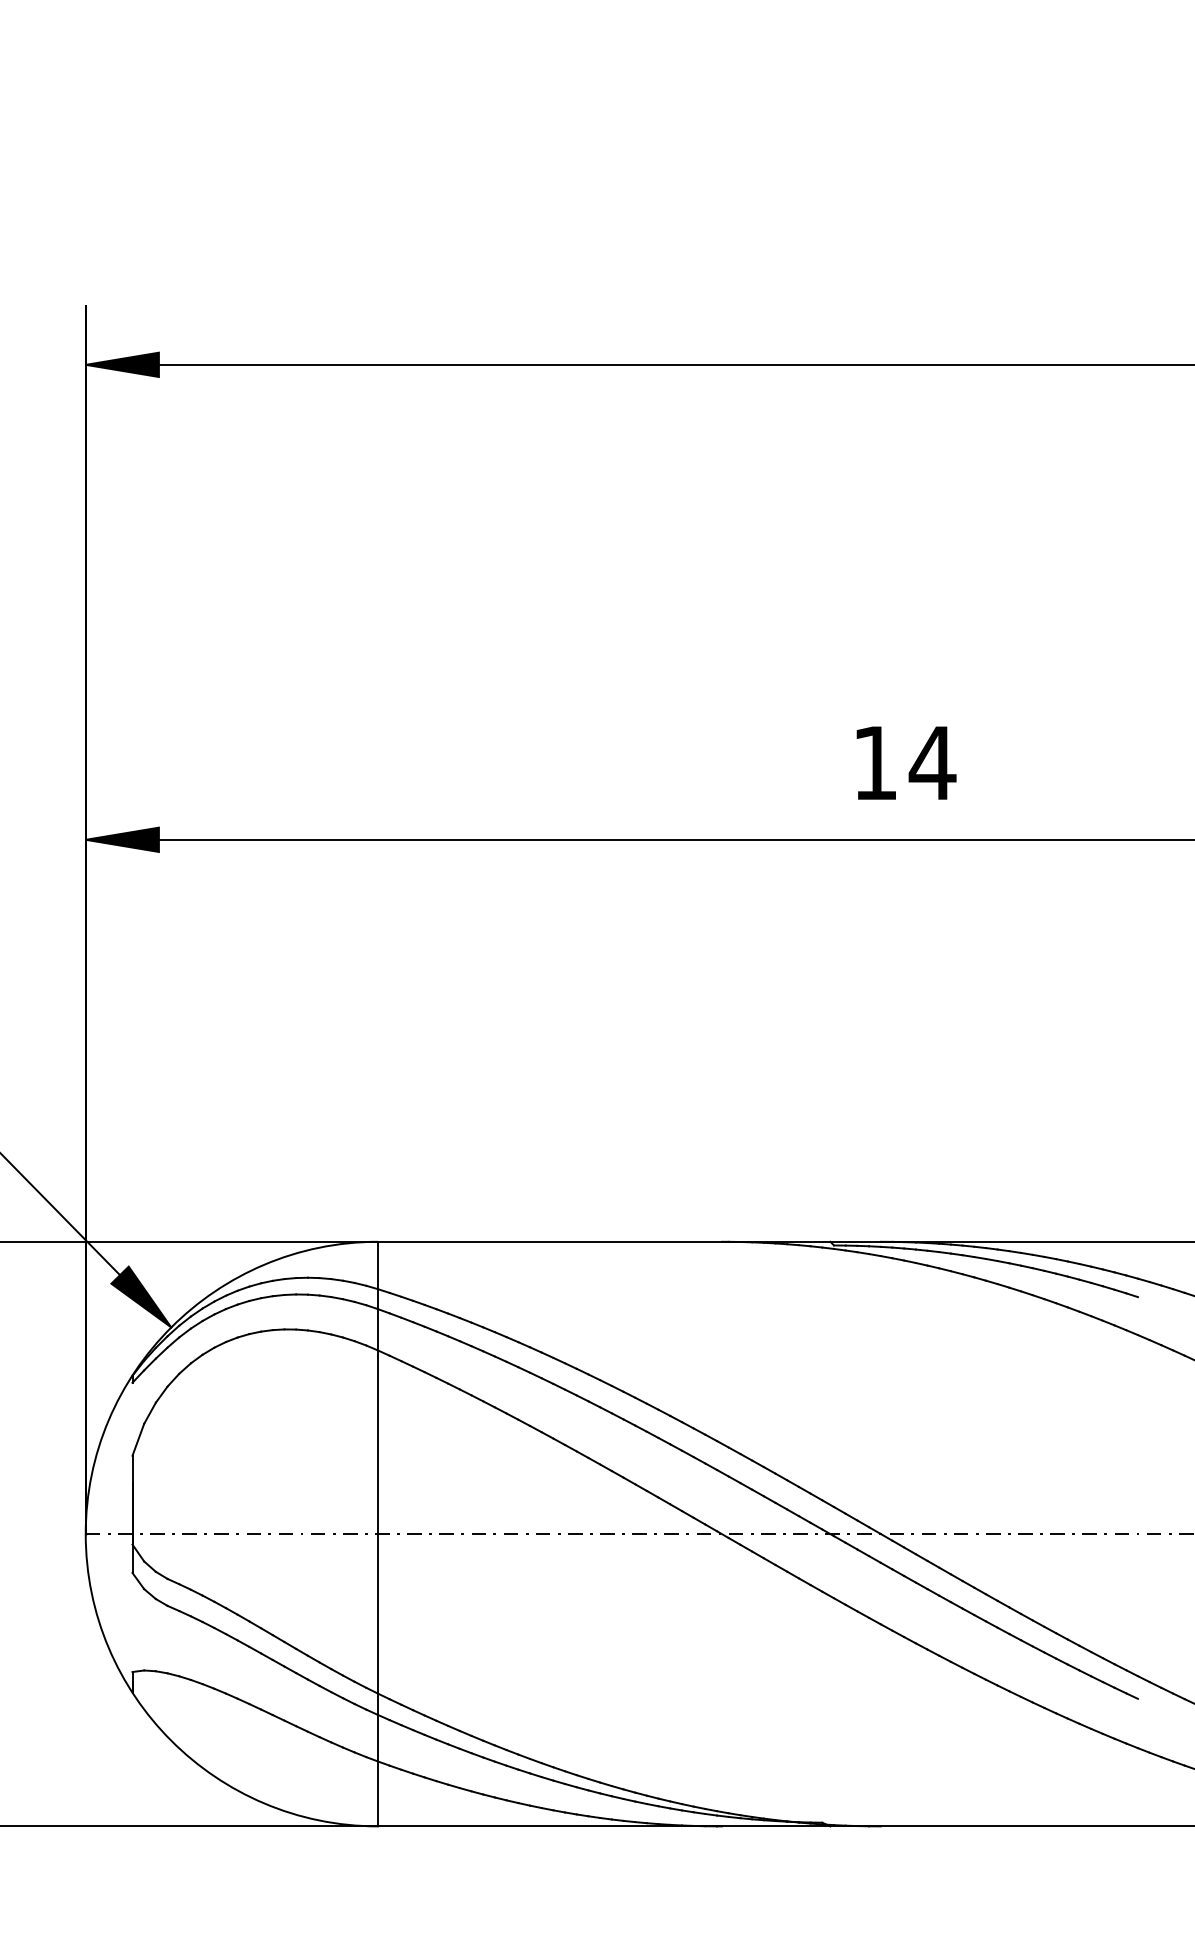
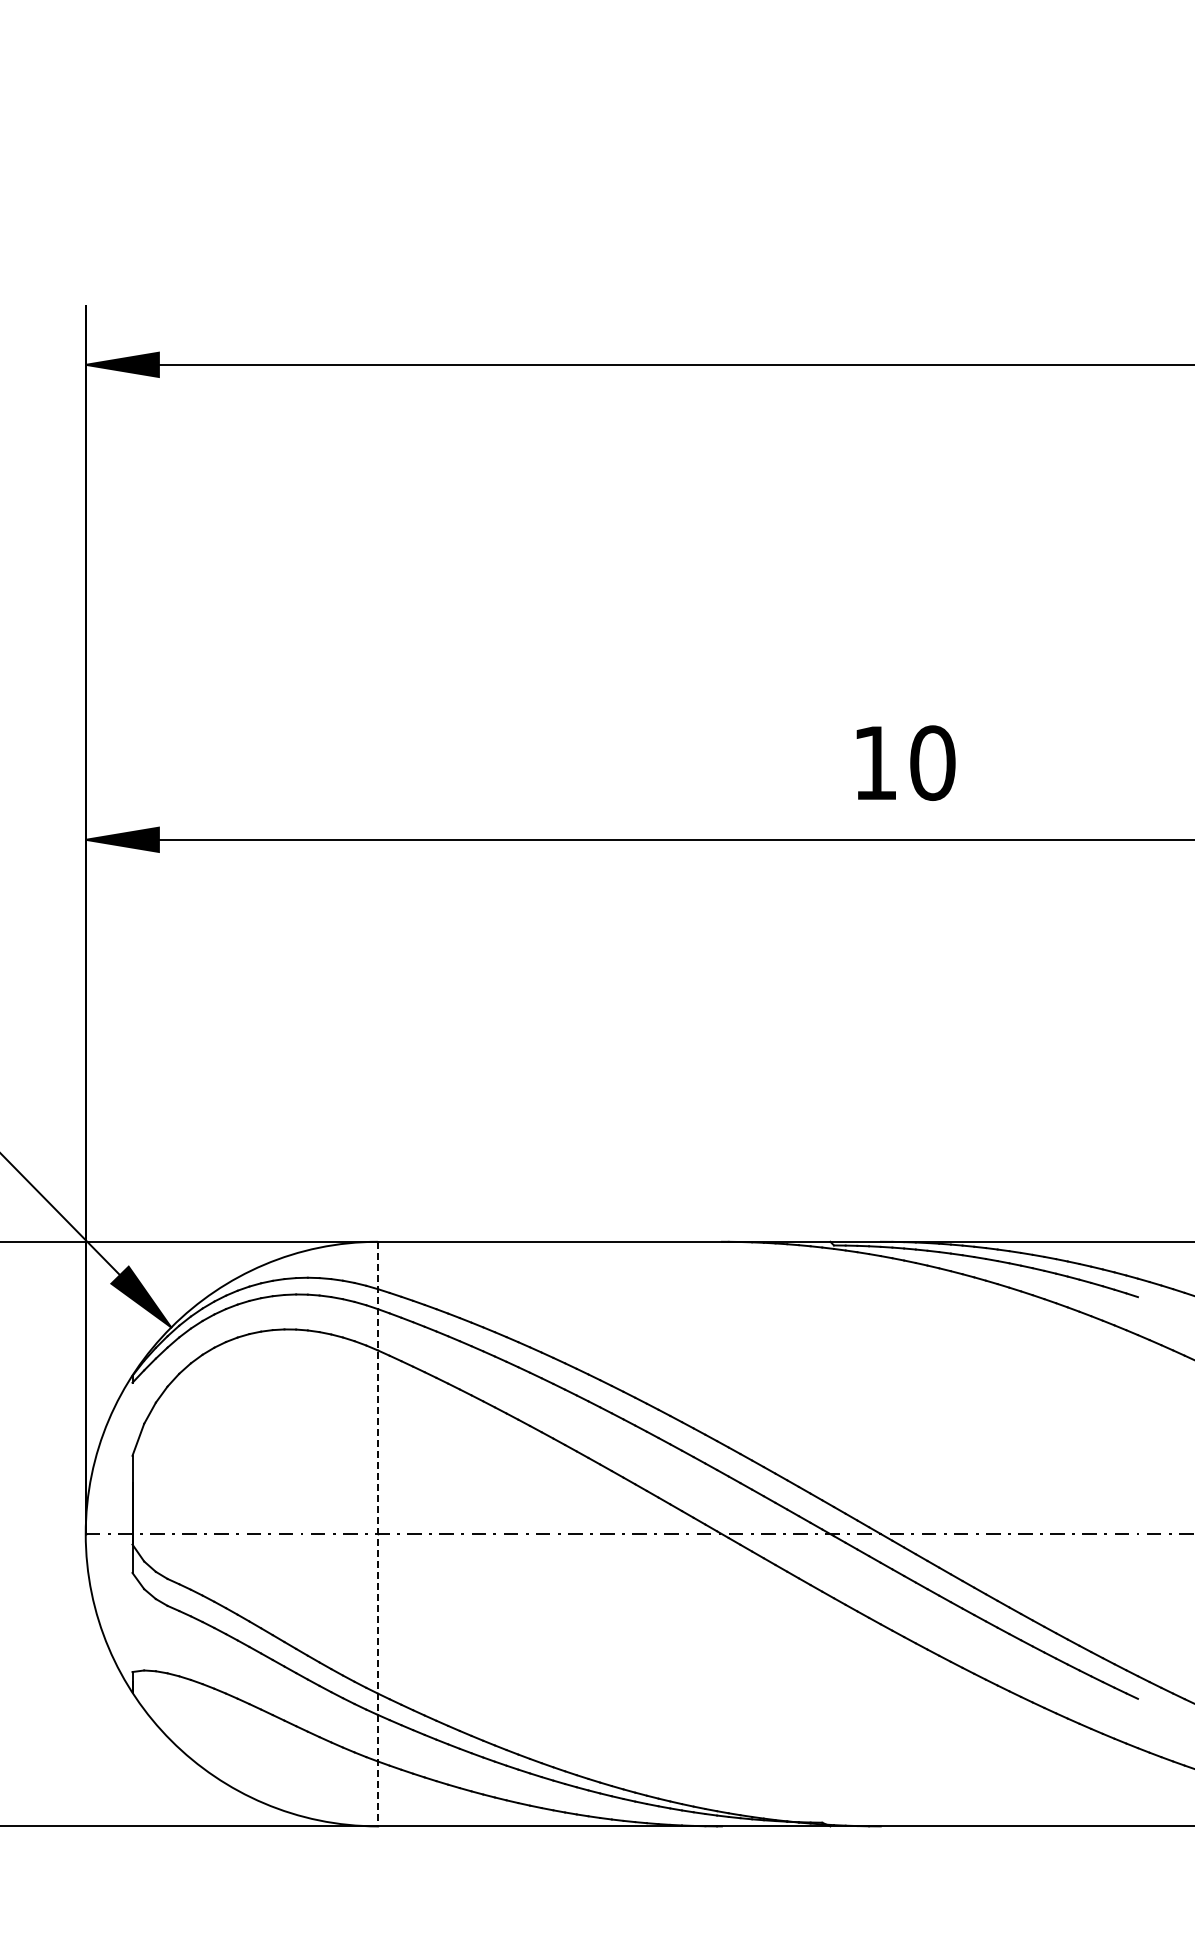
text at (932, 762): 14 -> 10
line at (378, 1534): solid -> dashed
